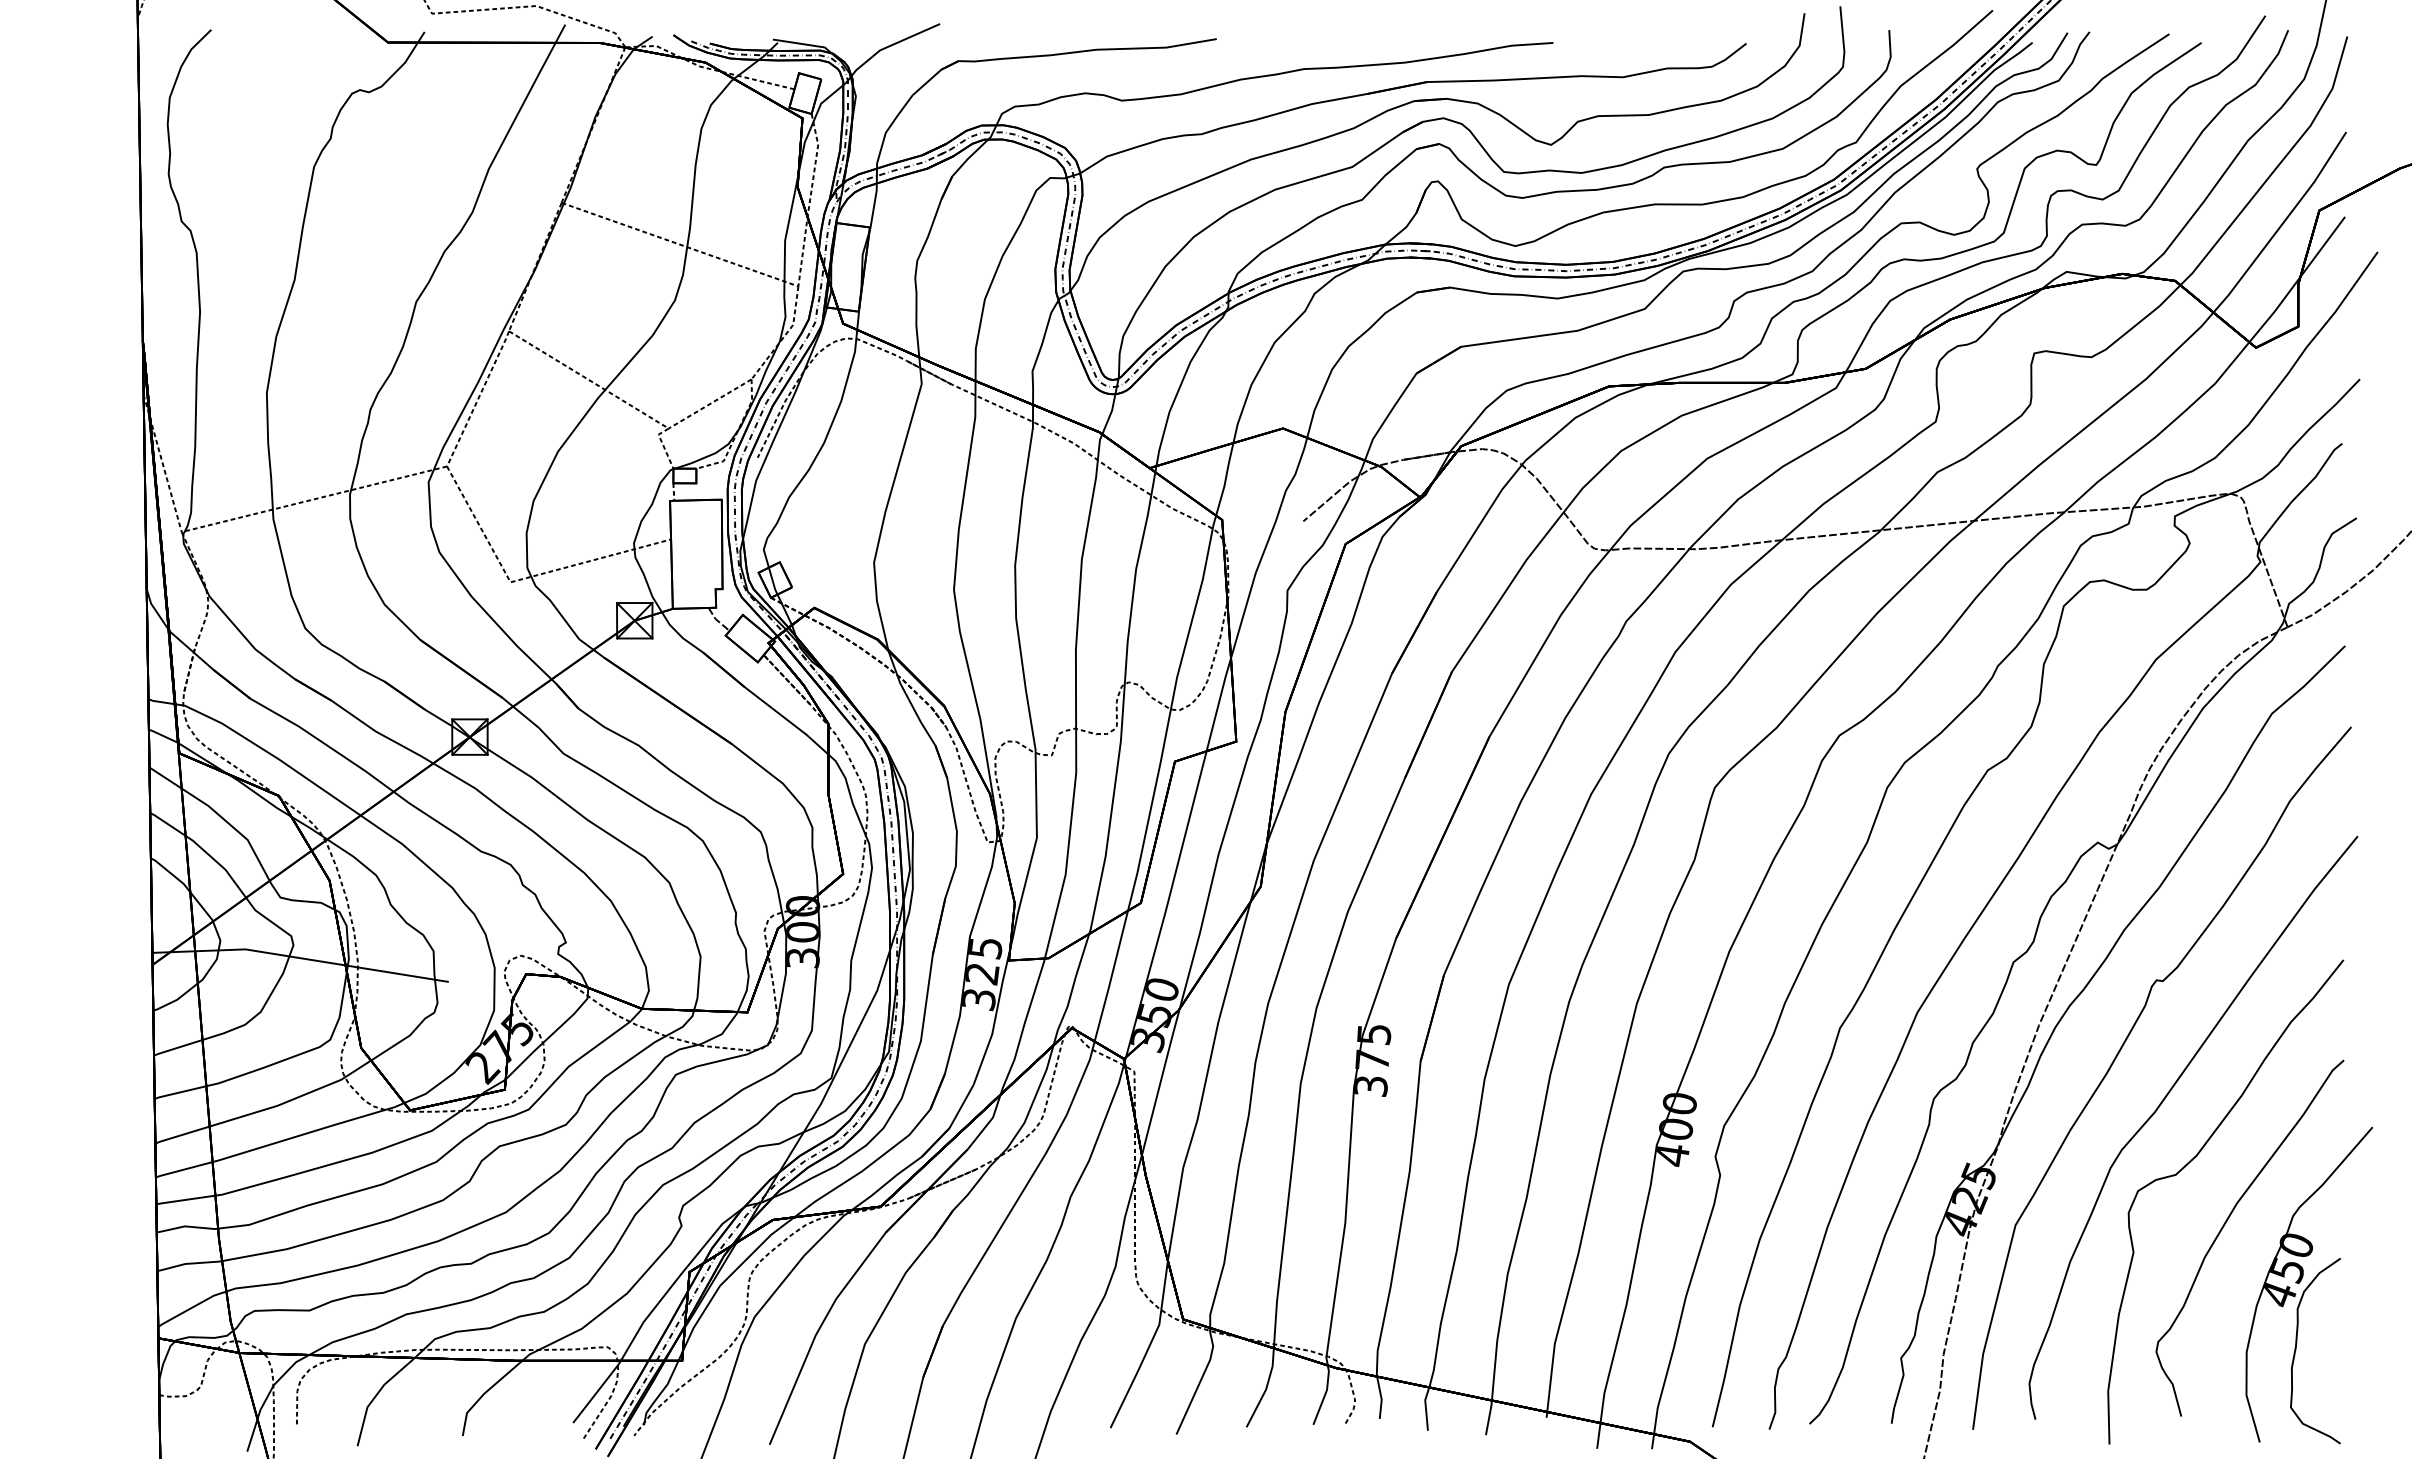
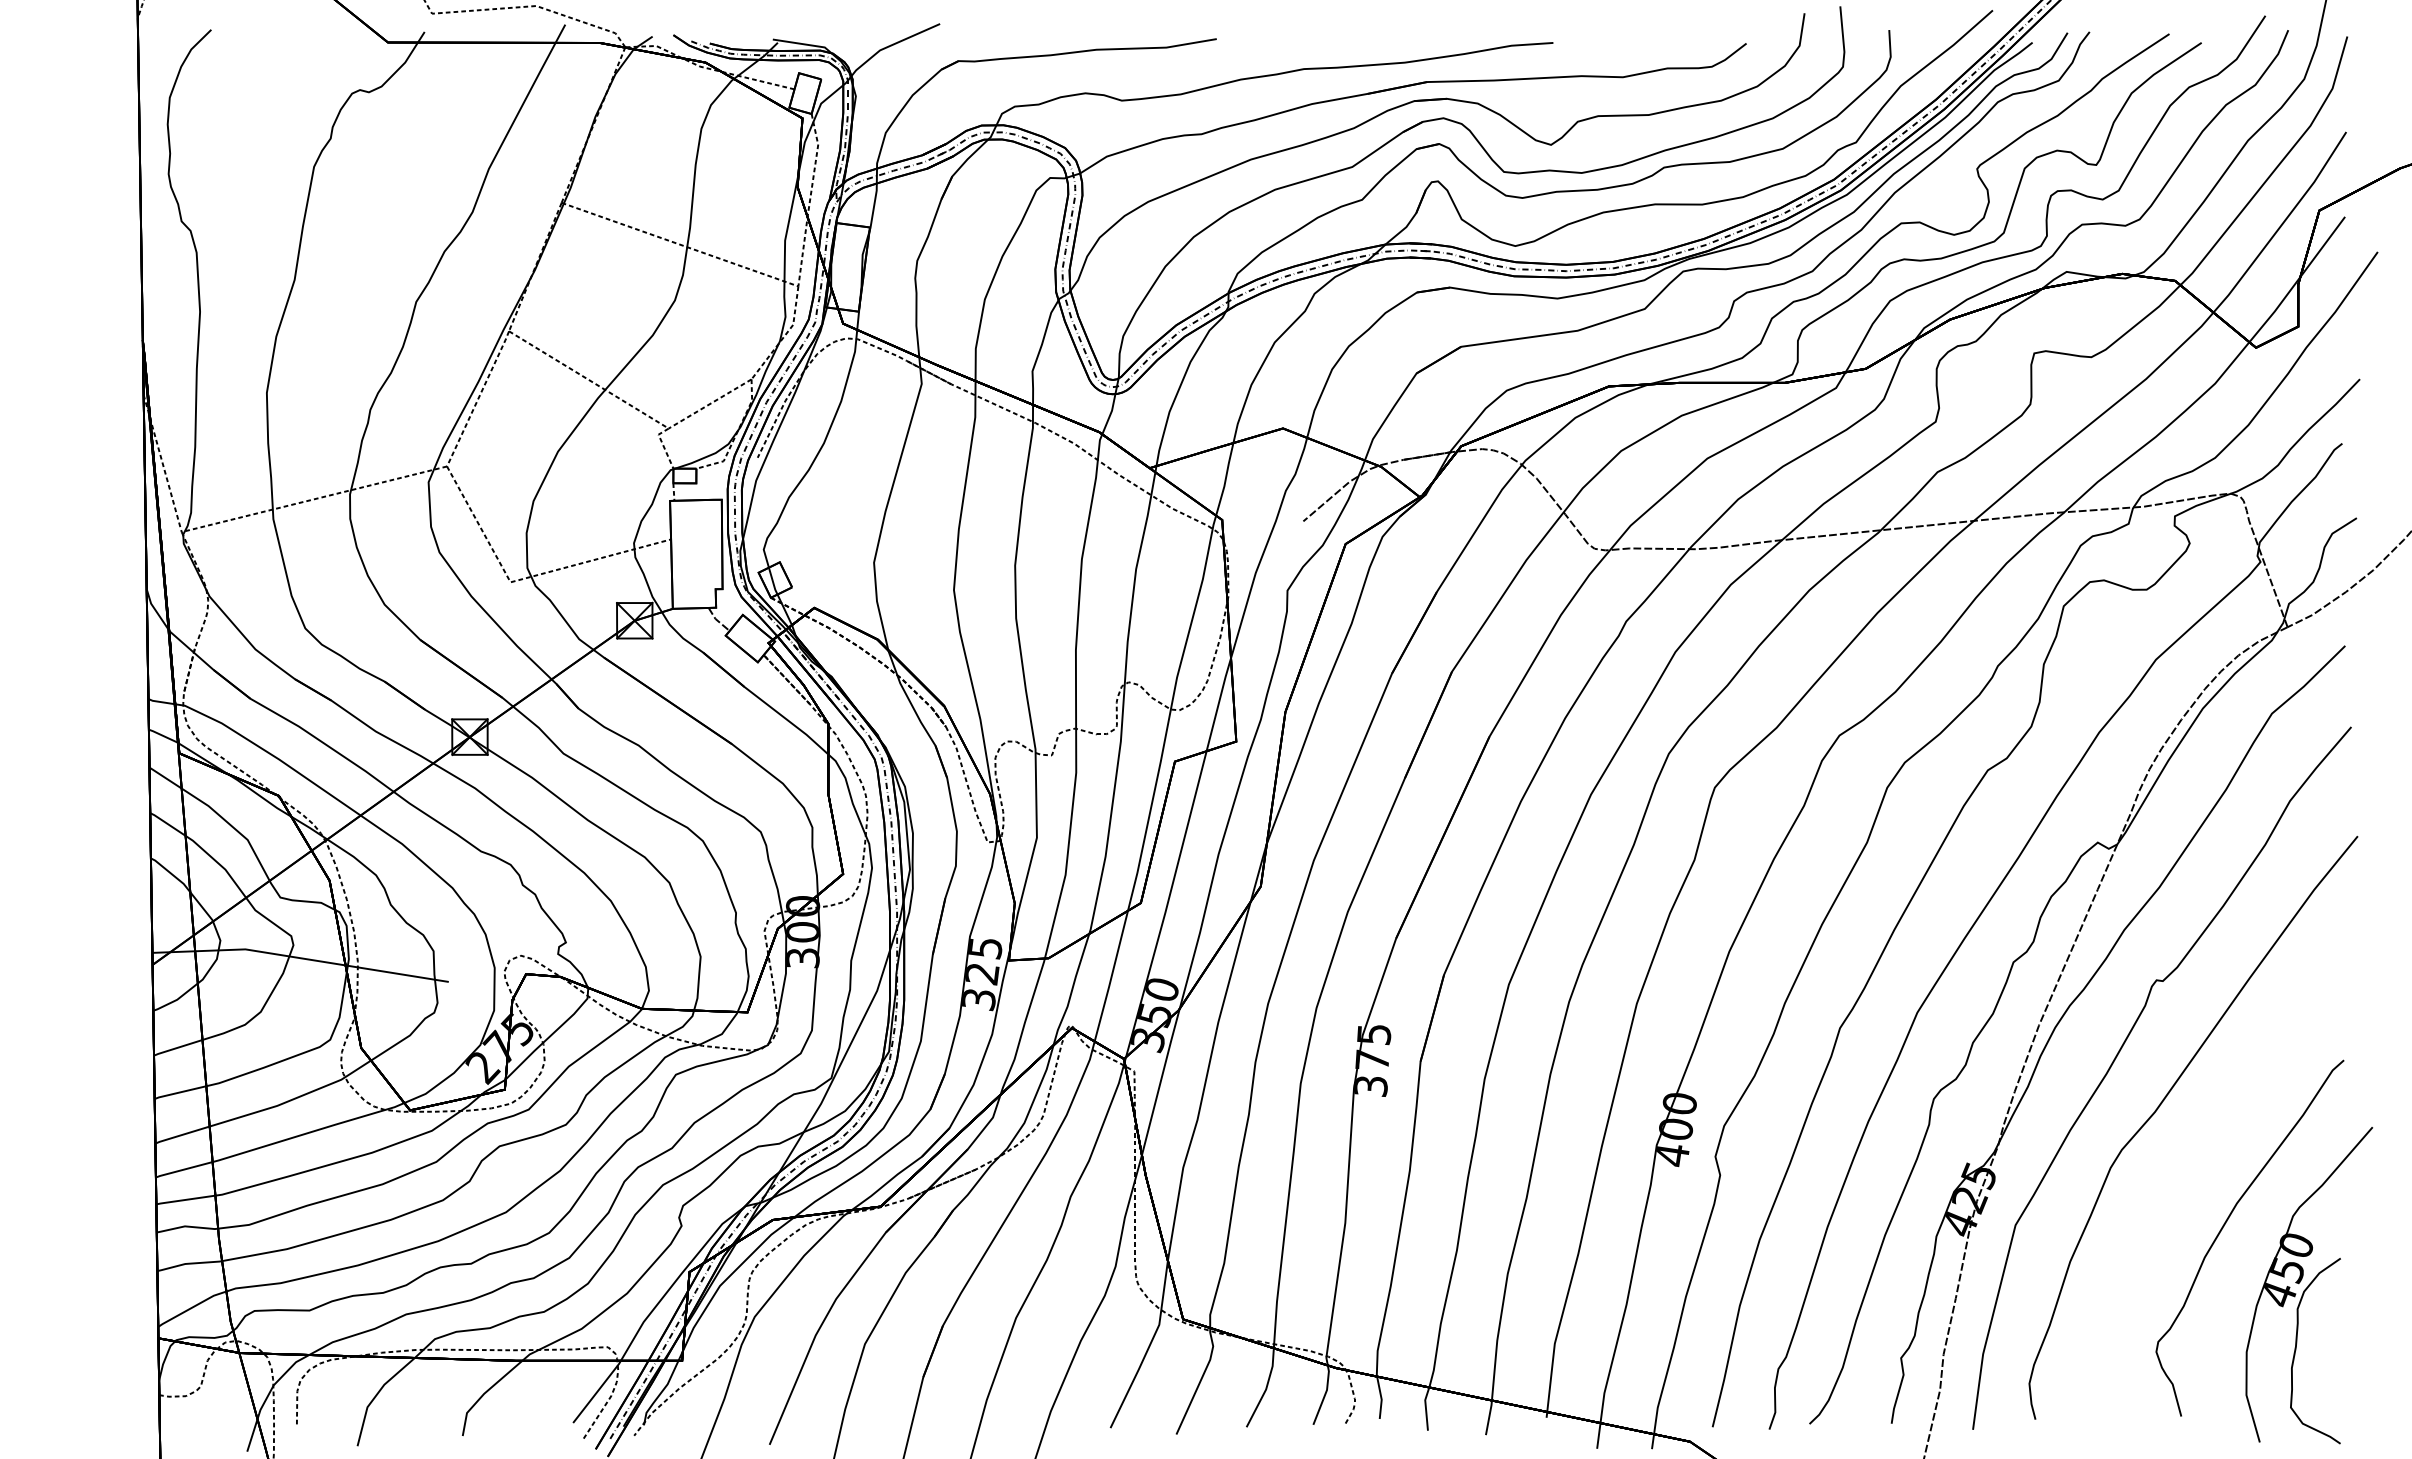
curve at (2188, 1164): present -> none
